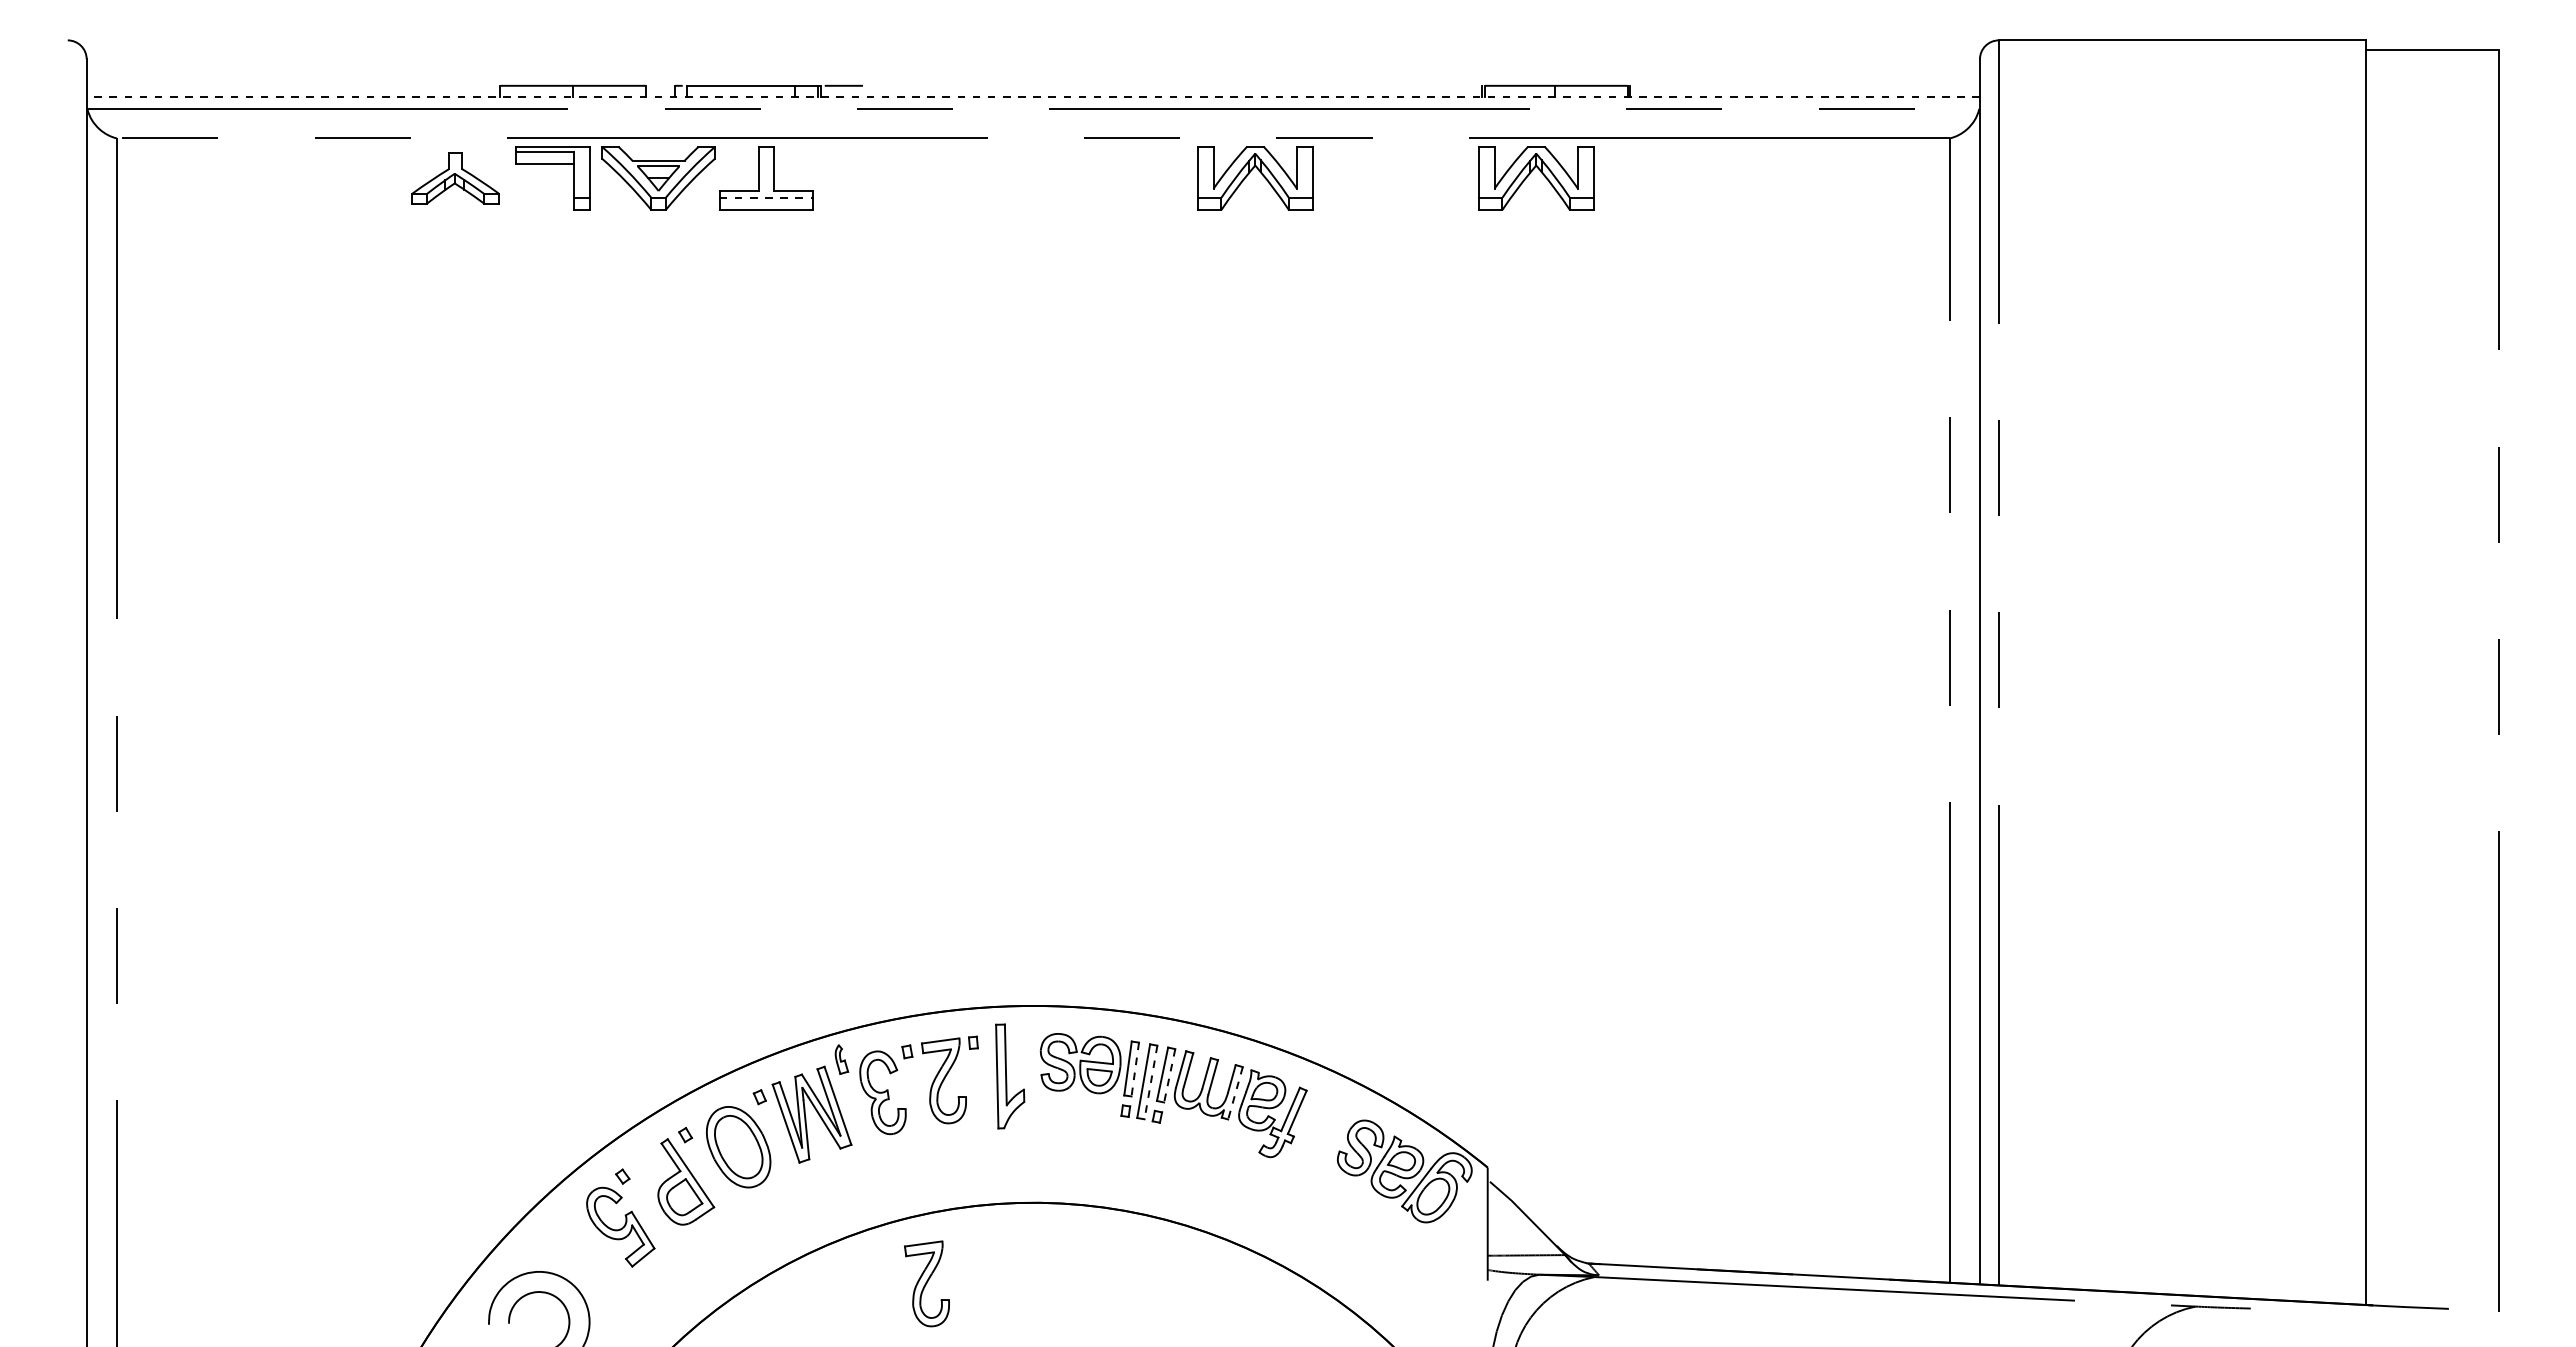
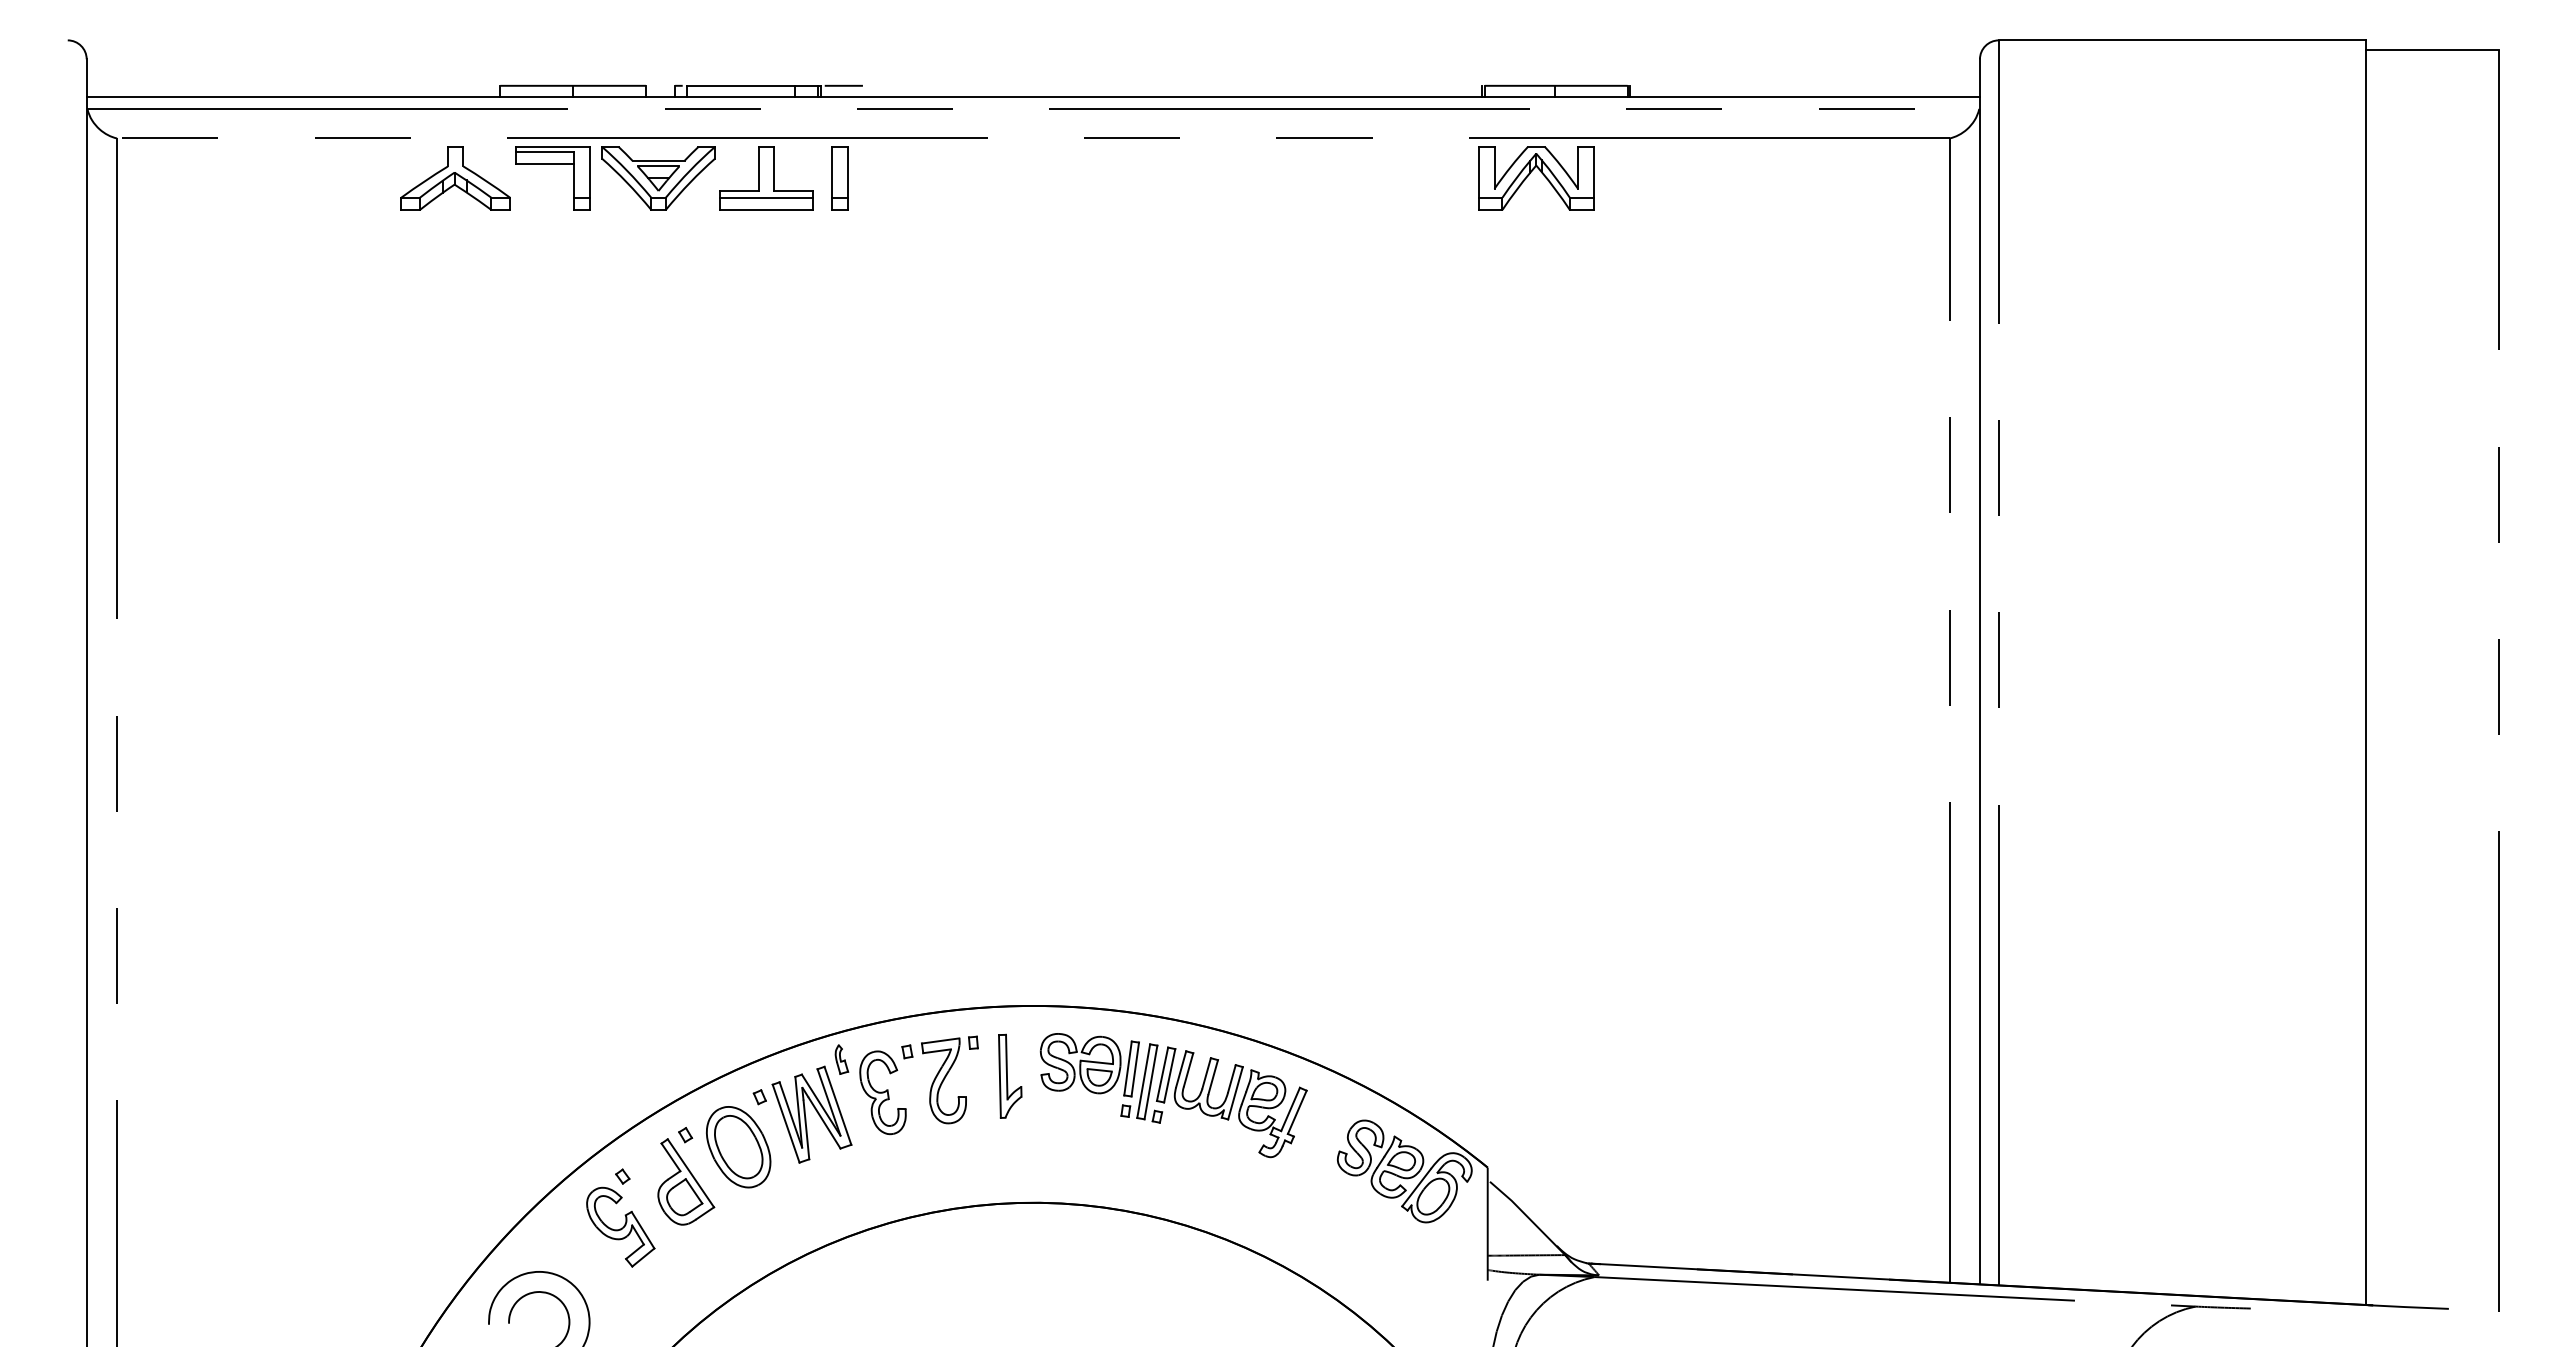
line at (1033, 97): dashed -> solid
part at (1260, 173): present -> none
part at (455, 178) size: 89x53 px -> 111x65 px
part at (839, 178): none -> present
line at (766, 197): dashed -> solid
line at (1135, 1070): dashed -> solid
part at (1010, 1076) size: 31x107 px -> 25x86 px
line at (1169, 1076): dashed -> solid
line at (1150, 1082): dashed -> solid
line at (1235, 1093): dashed -> solid
part at (926, 1283): present -> none
